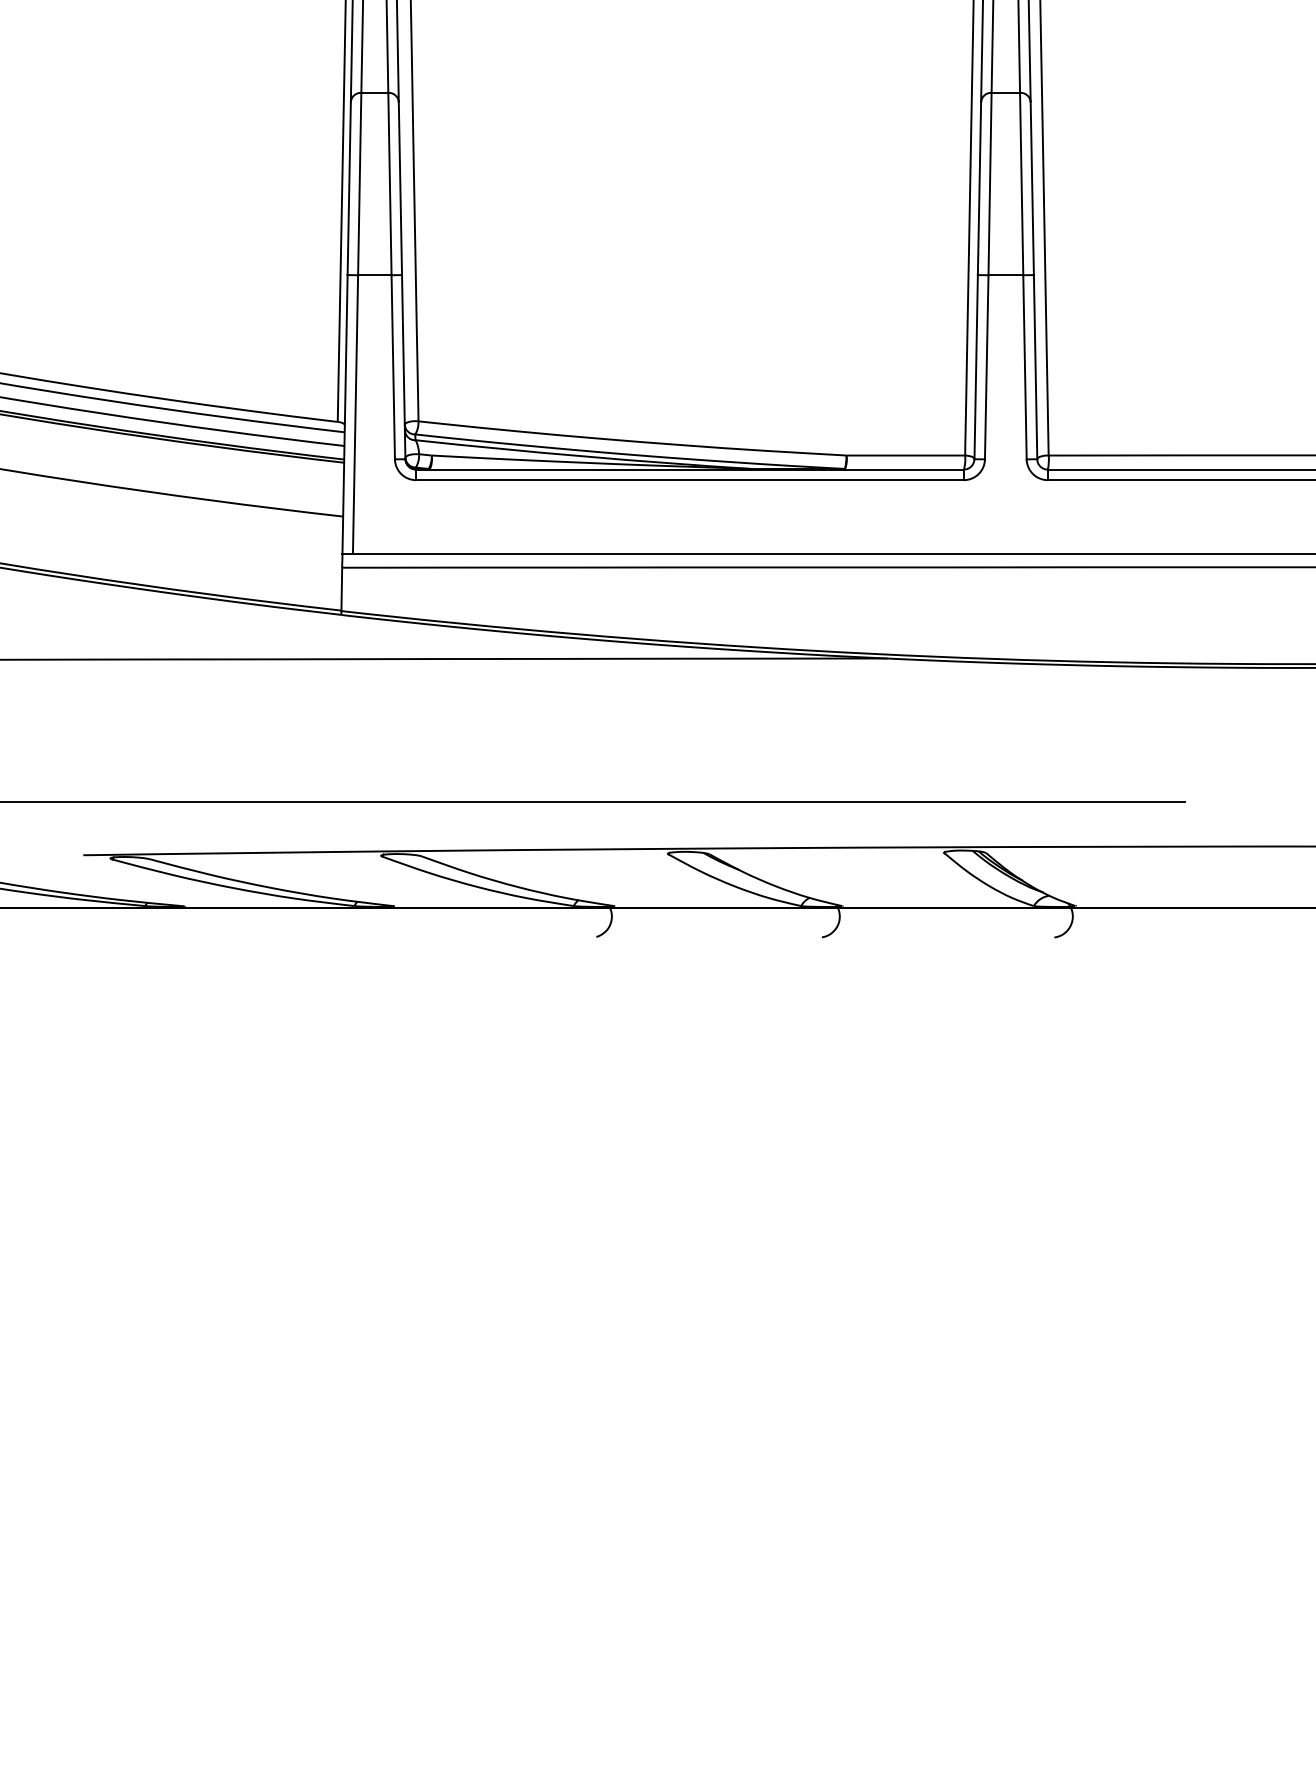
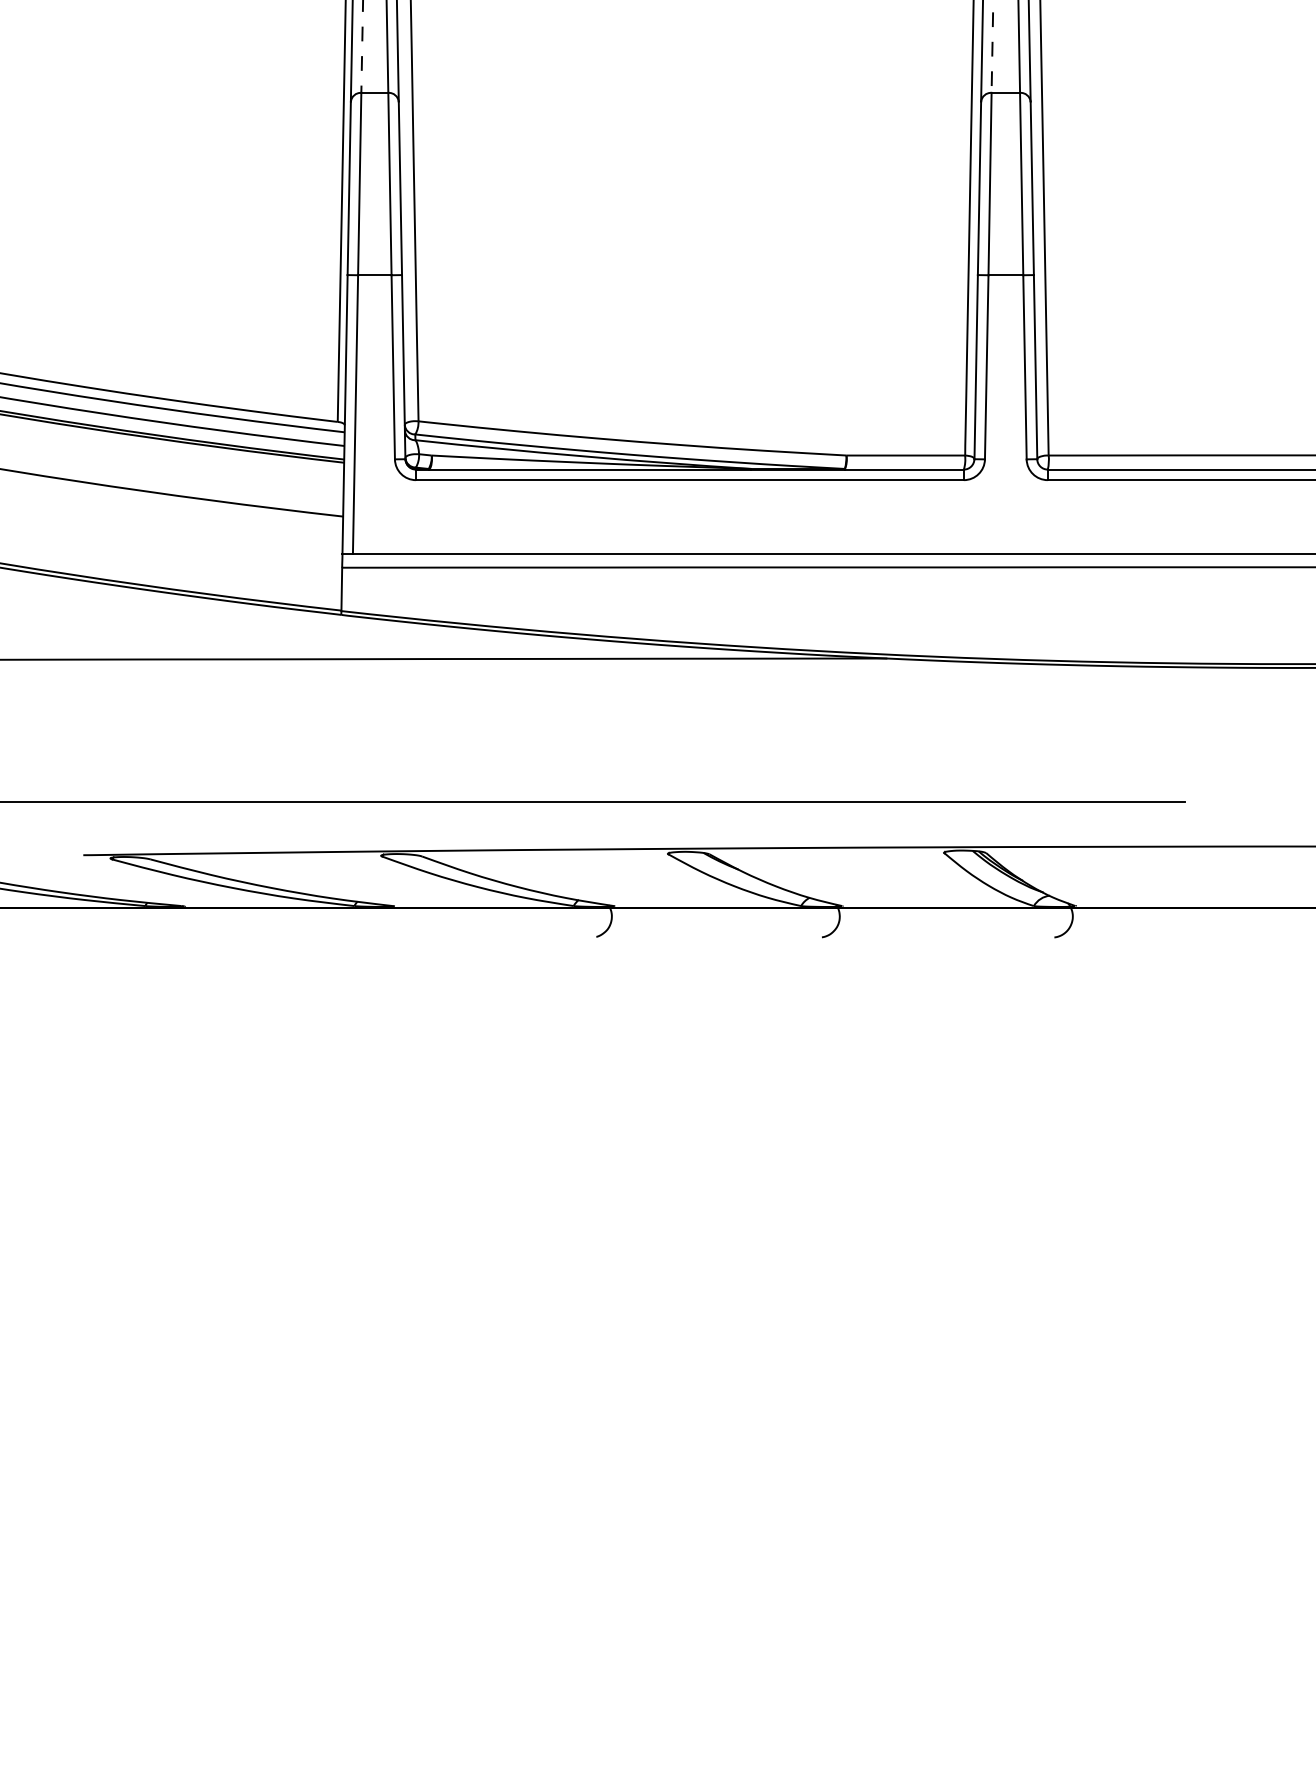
line at (362, 46): solid -> dashed
line at (992, 47): solid -> dashed
